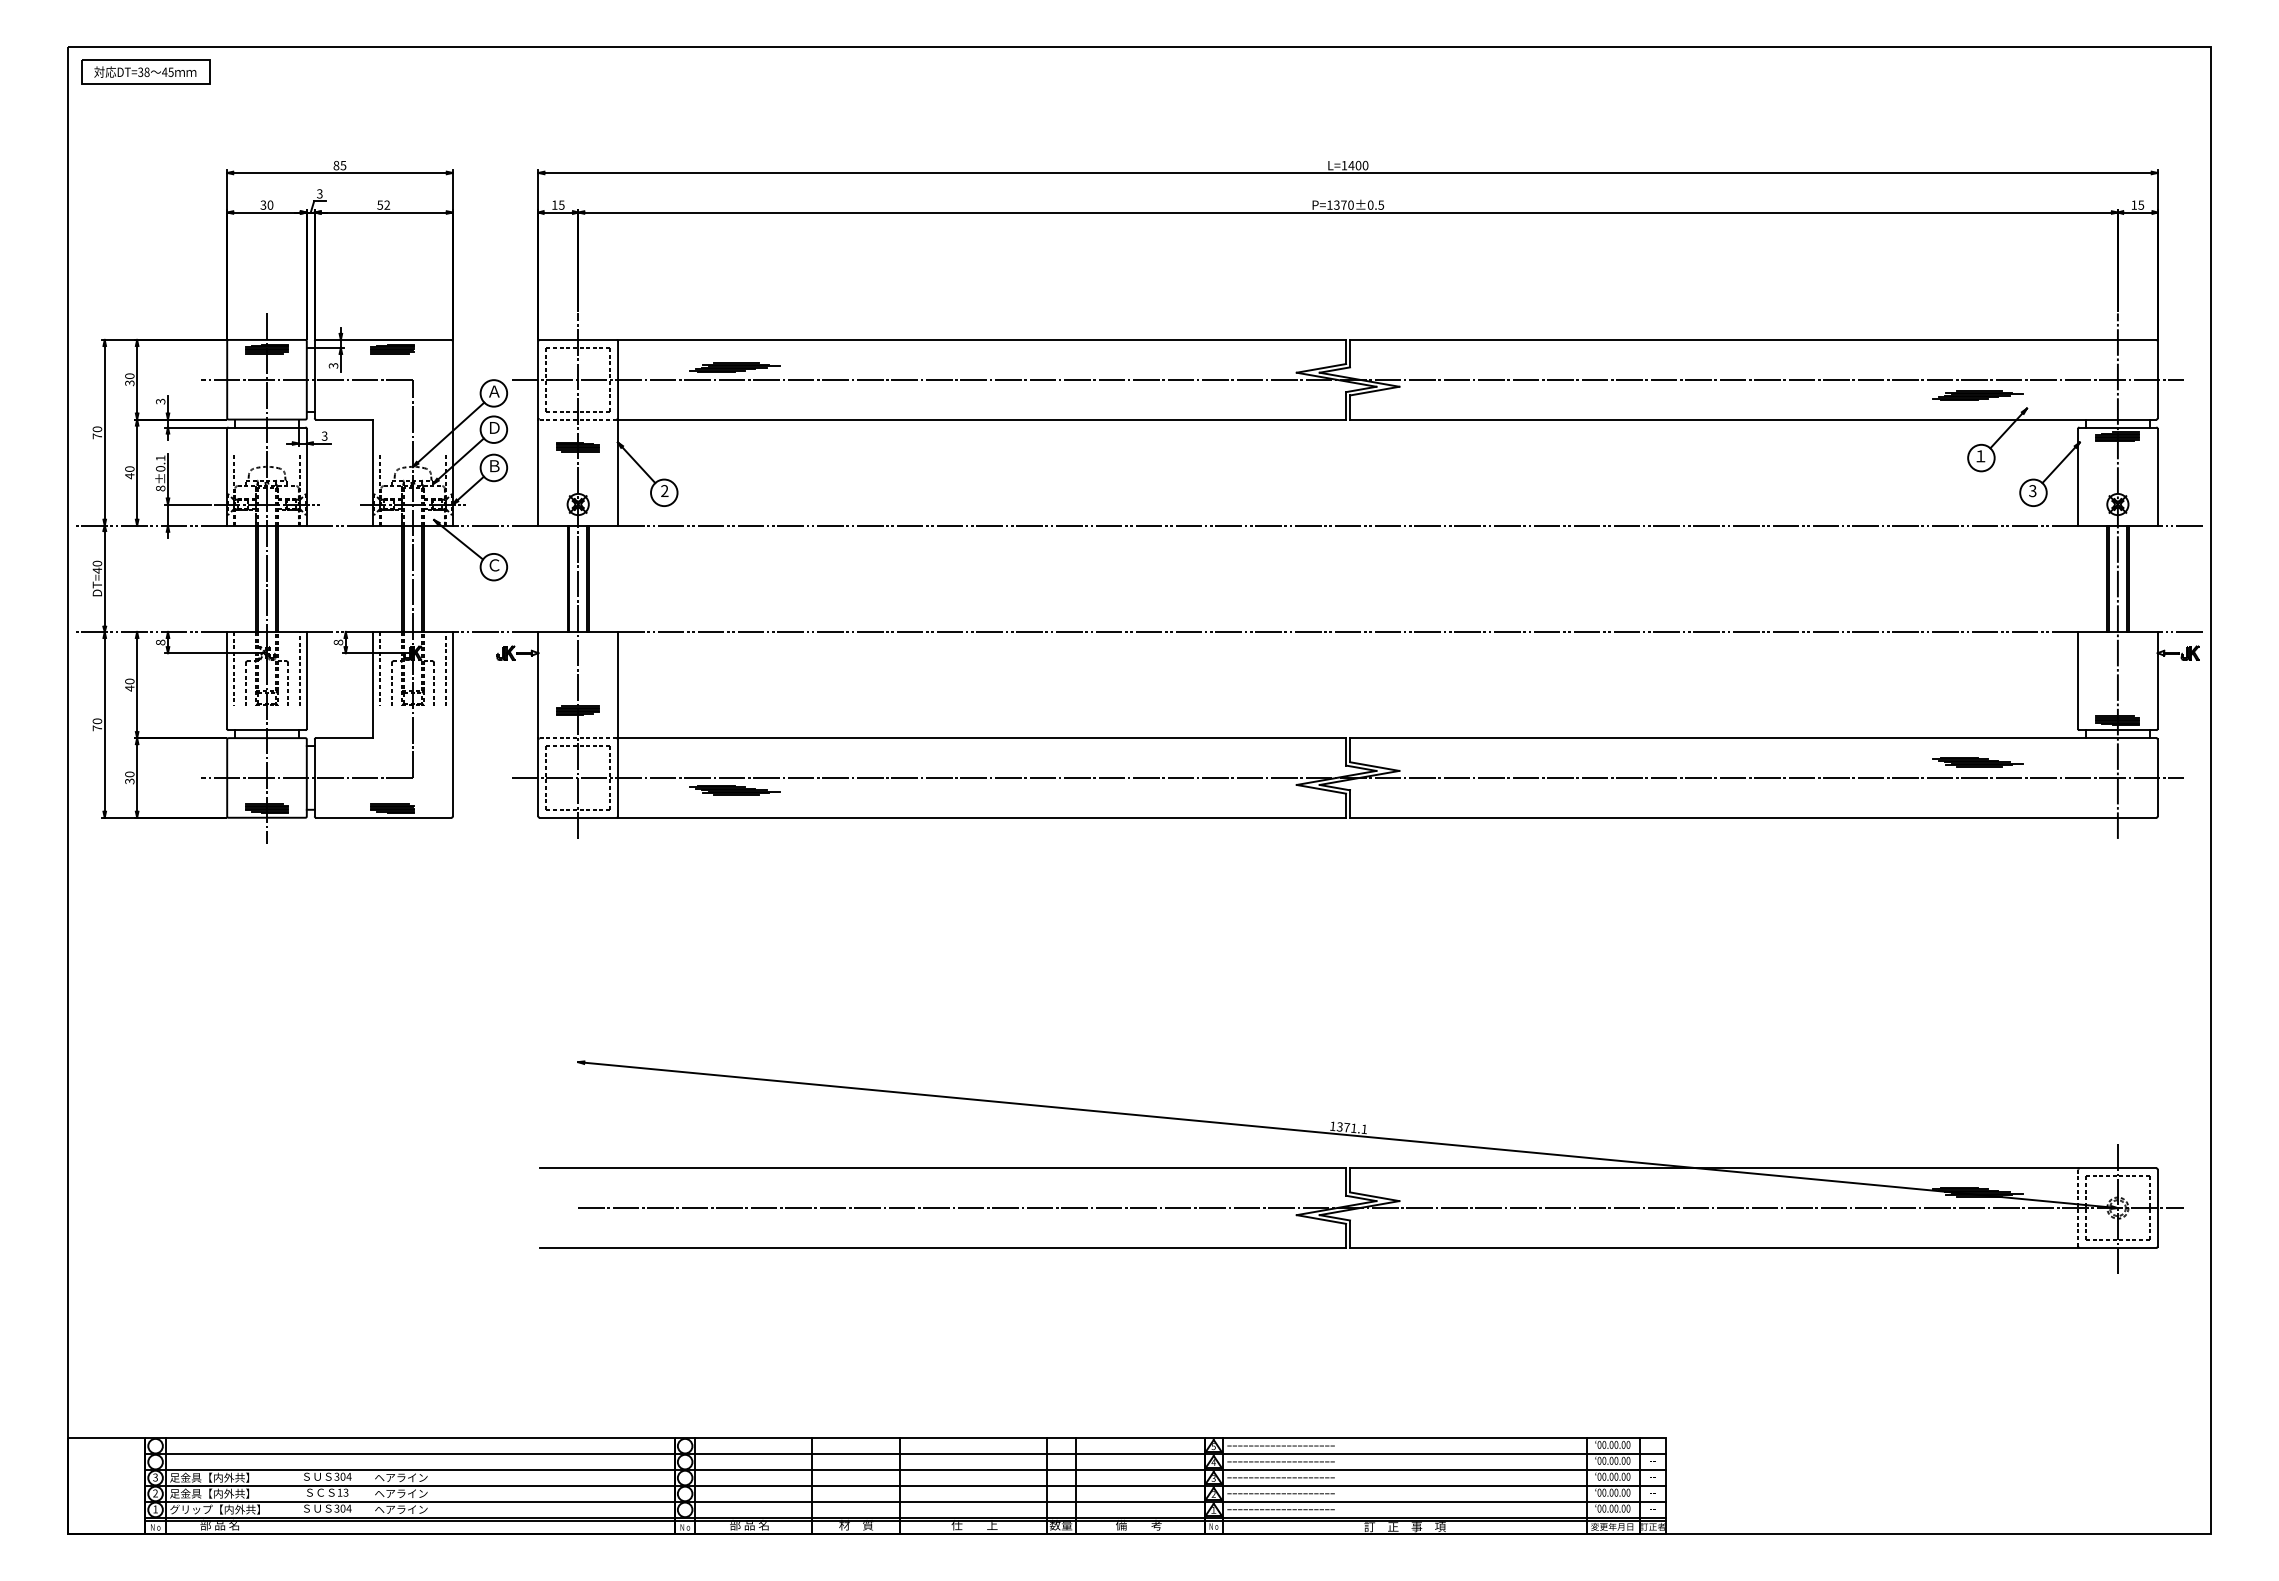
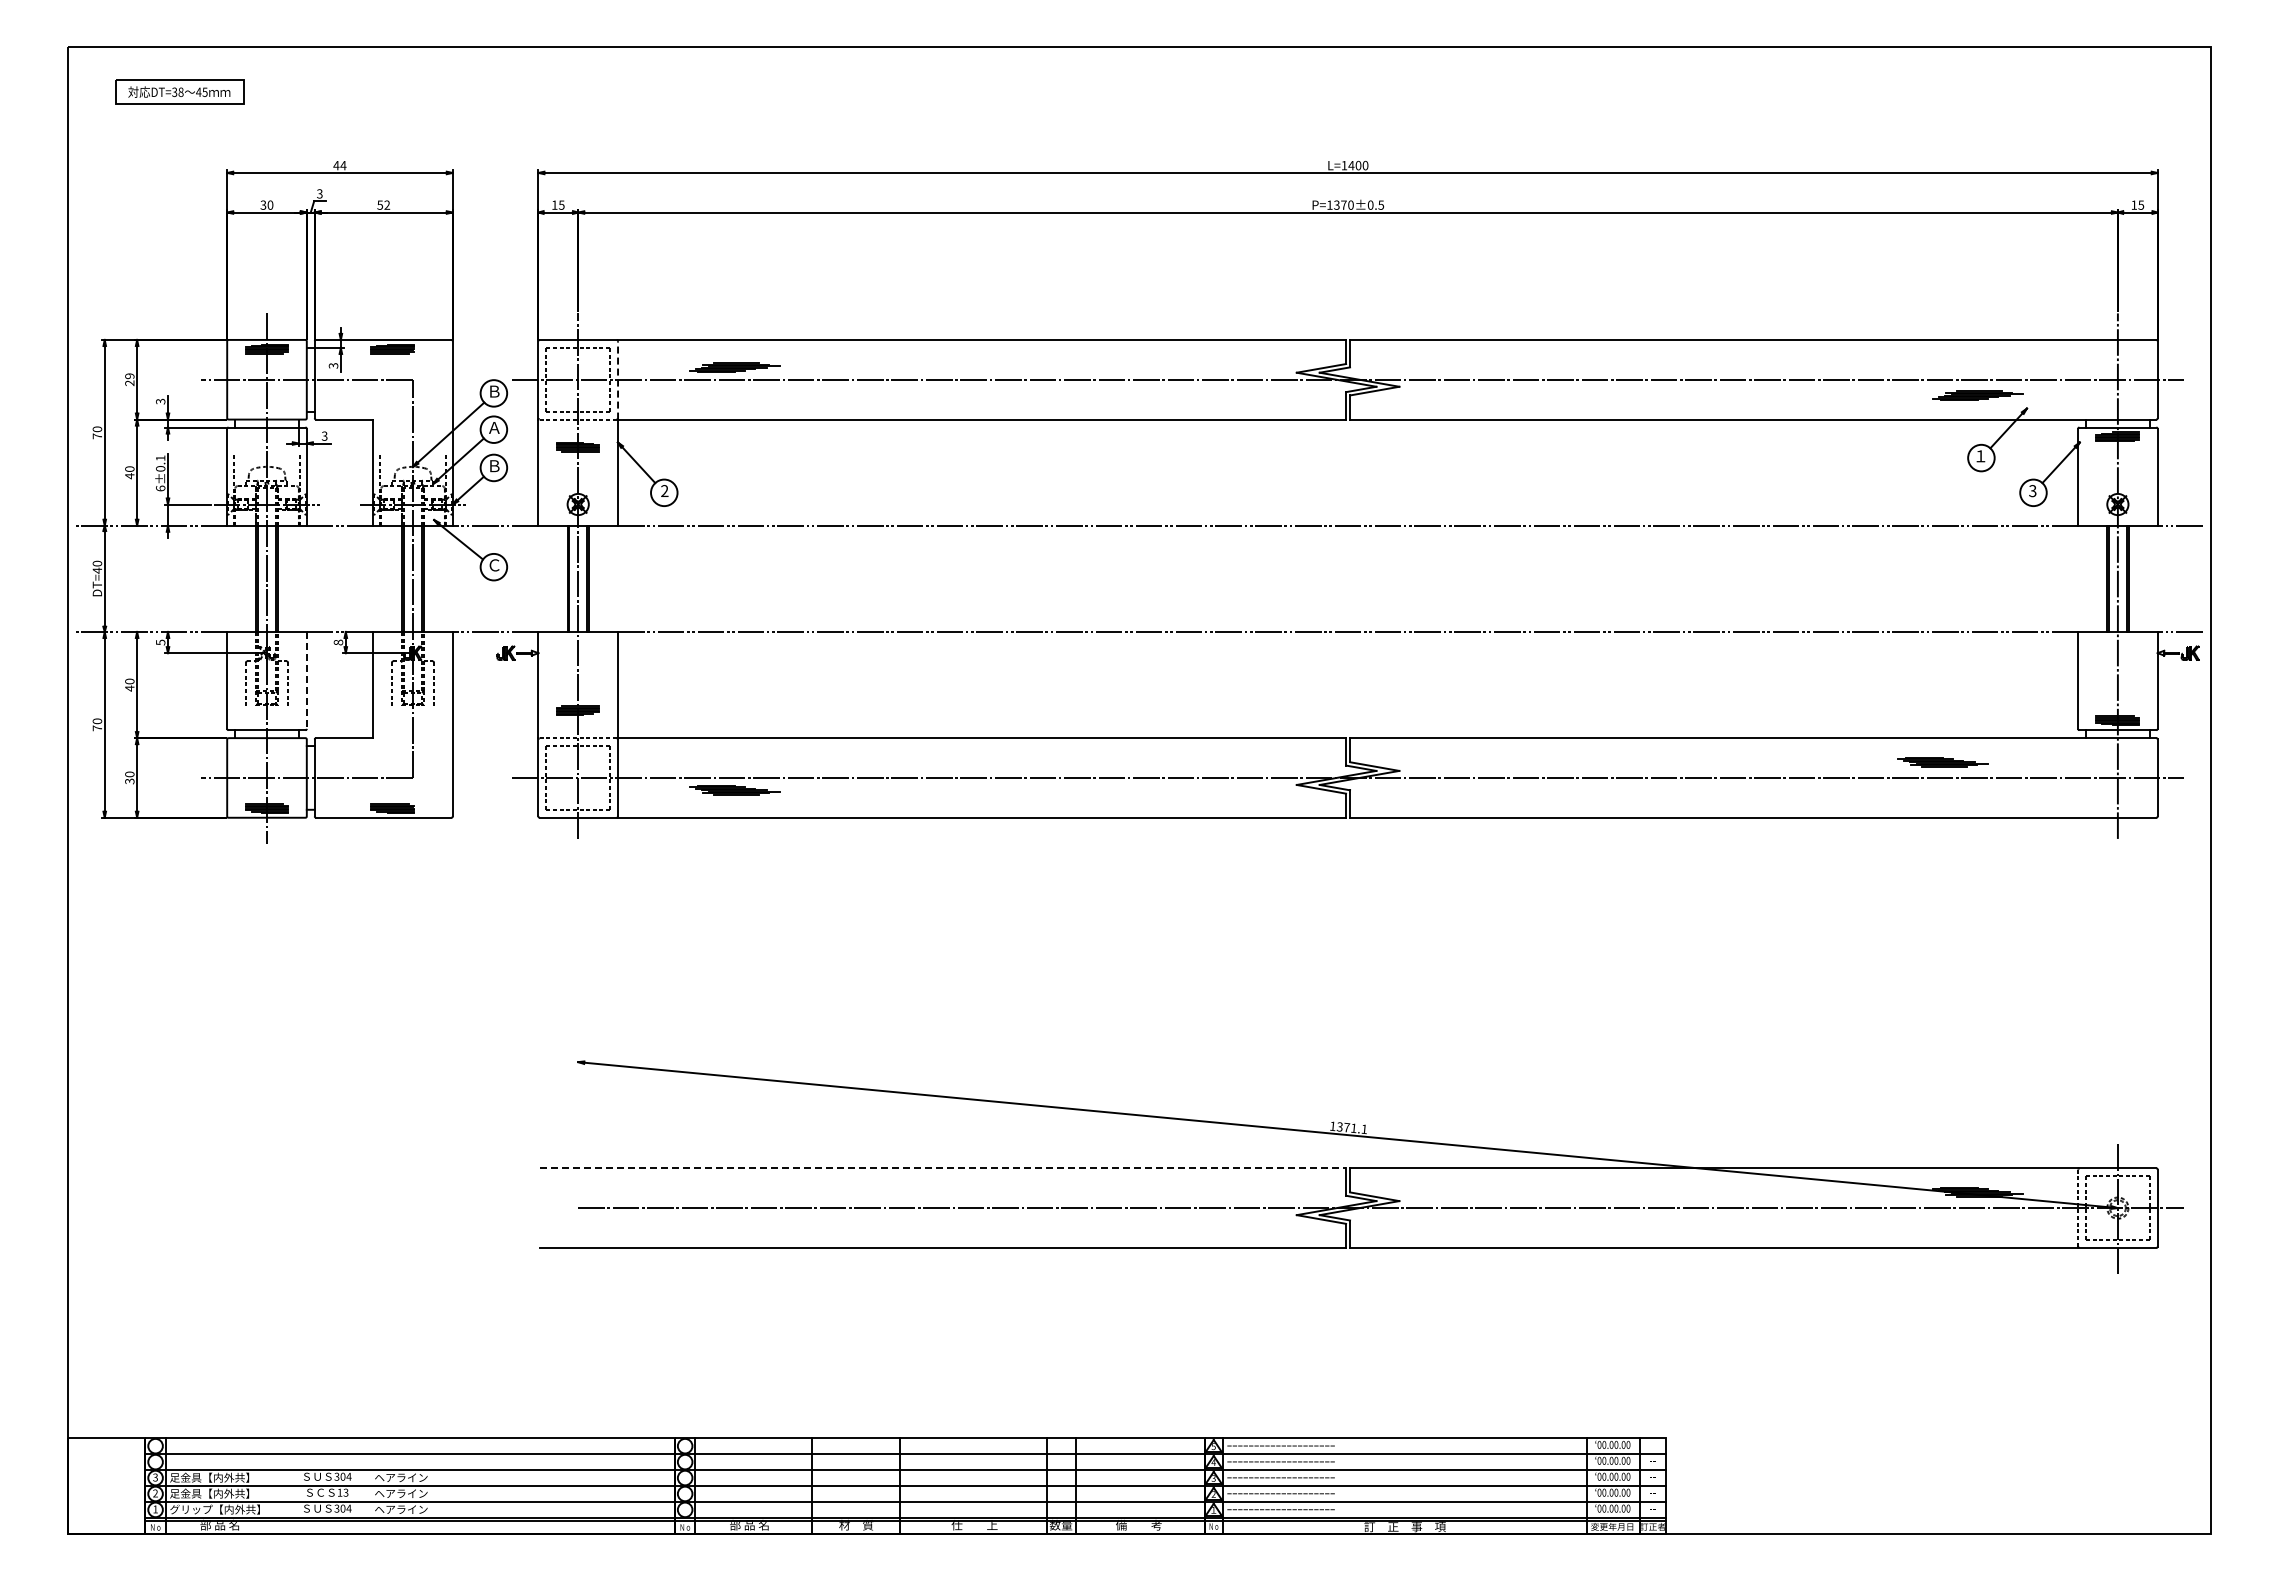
part at (145, 71) position: (145, 71) -> (179, 91)
text at (339, 165): 85 -> 44
text at (129, 379): 30 -> 29
line at (618, 379): solid -> dashed
text at (494, 391): Ａ -> Ｂ
text at (494, 427): Ｄ -> Ａ
text at (160, 488): 8±0.1 -> 6±0.1
text at (160, 642): 8 -> 5
line at (233, 668): present -> none
line at (300, 668): present -> none
line at (379, 668): present -> none
line at (446, 668): present -> none
line at (306, 680): solid -> dashed
part at (1977, 762) position: (1977, 762) -> (1942, 762)
line at (943, 1168): solid -> dashed
